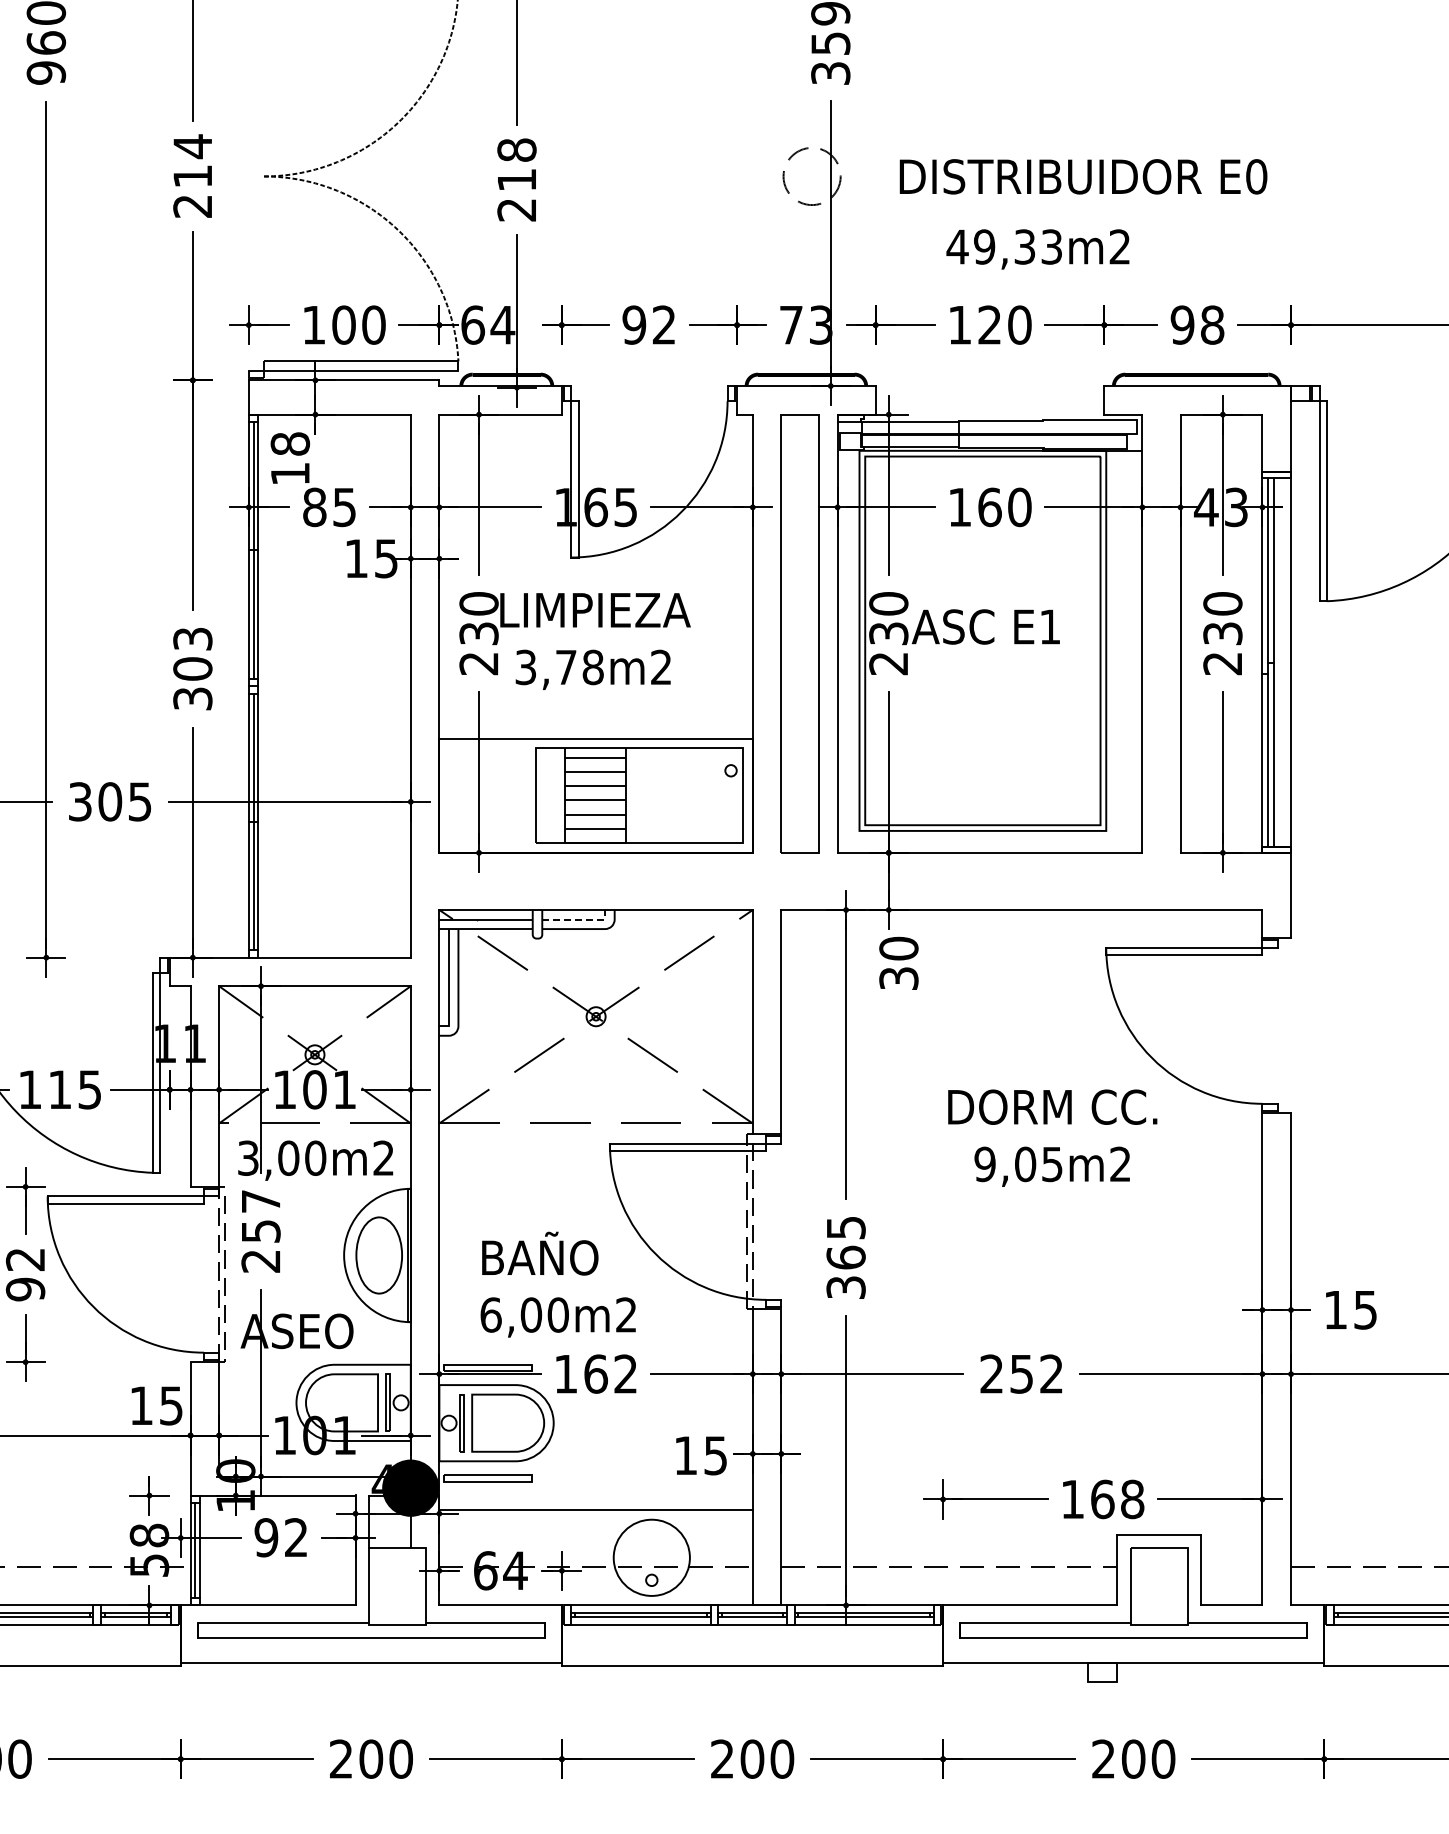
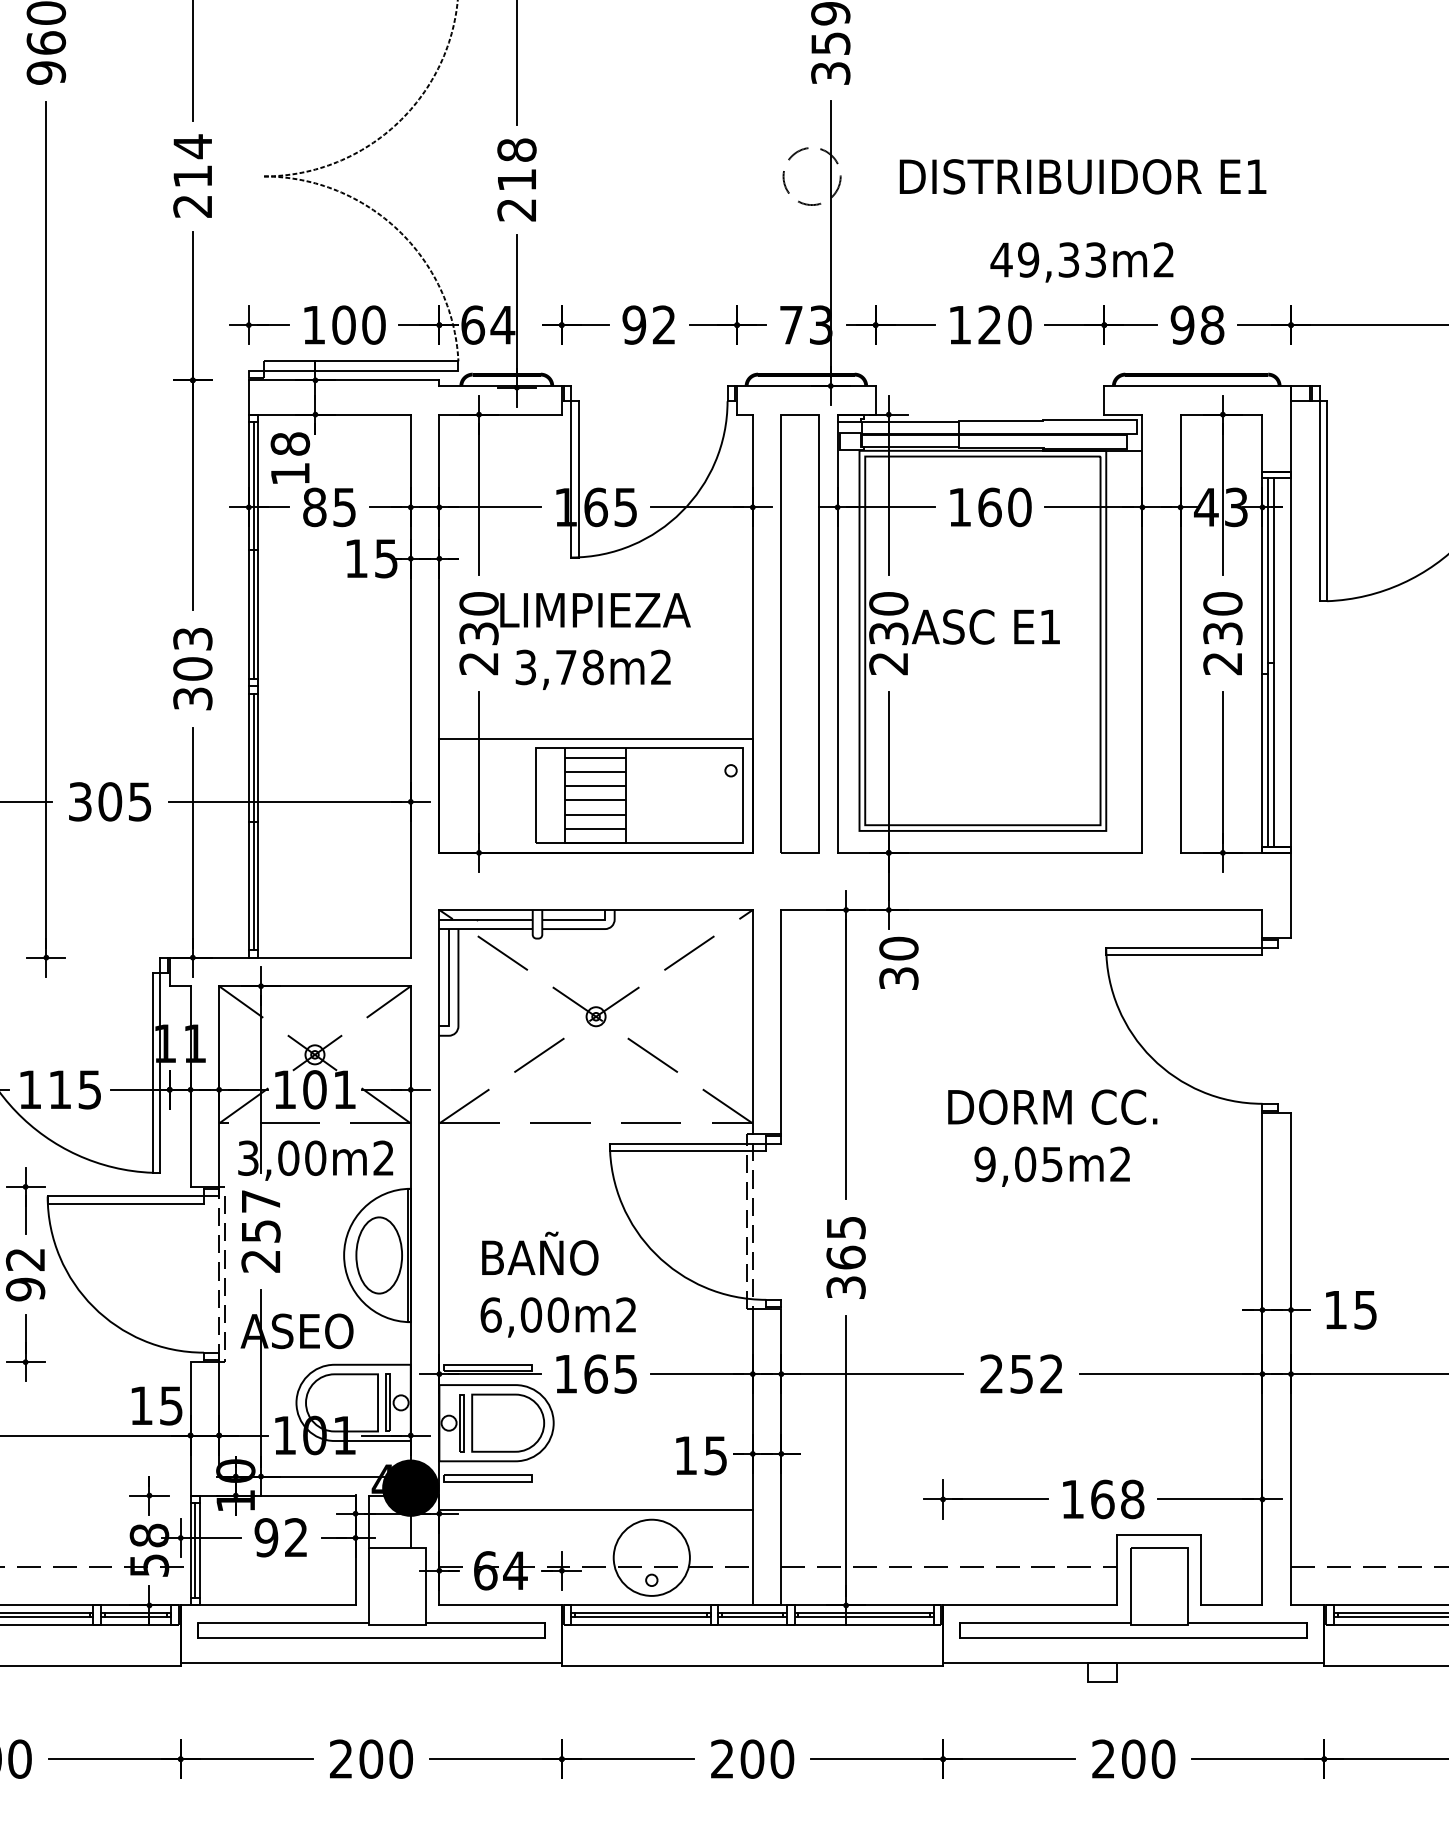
text at (1256, 176): E0 -> E1
text at (1037, 249) position: (1037, 249) -> (1081, 262)
line at (579, 919): dashed -> solid
text at (625, 1373): 162 -> 165
